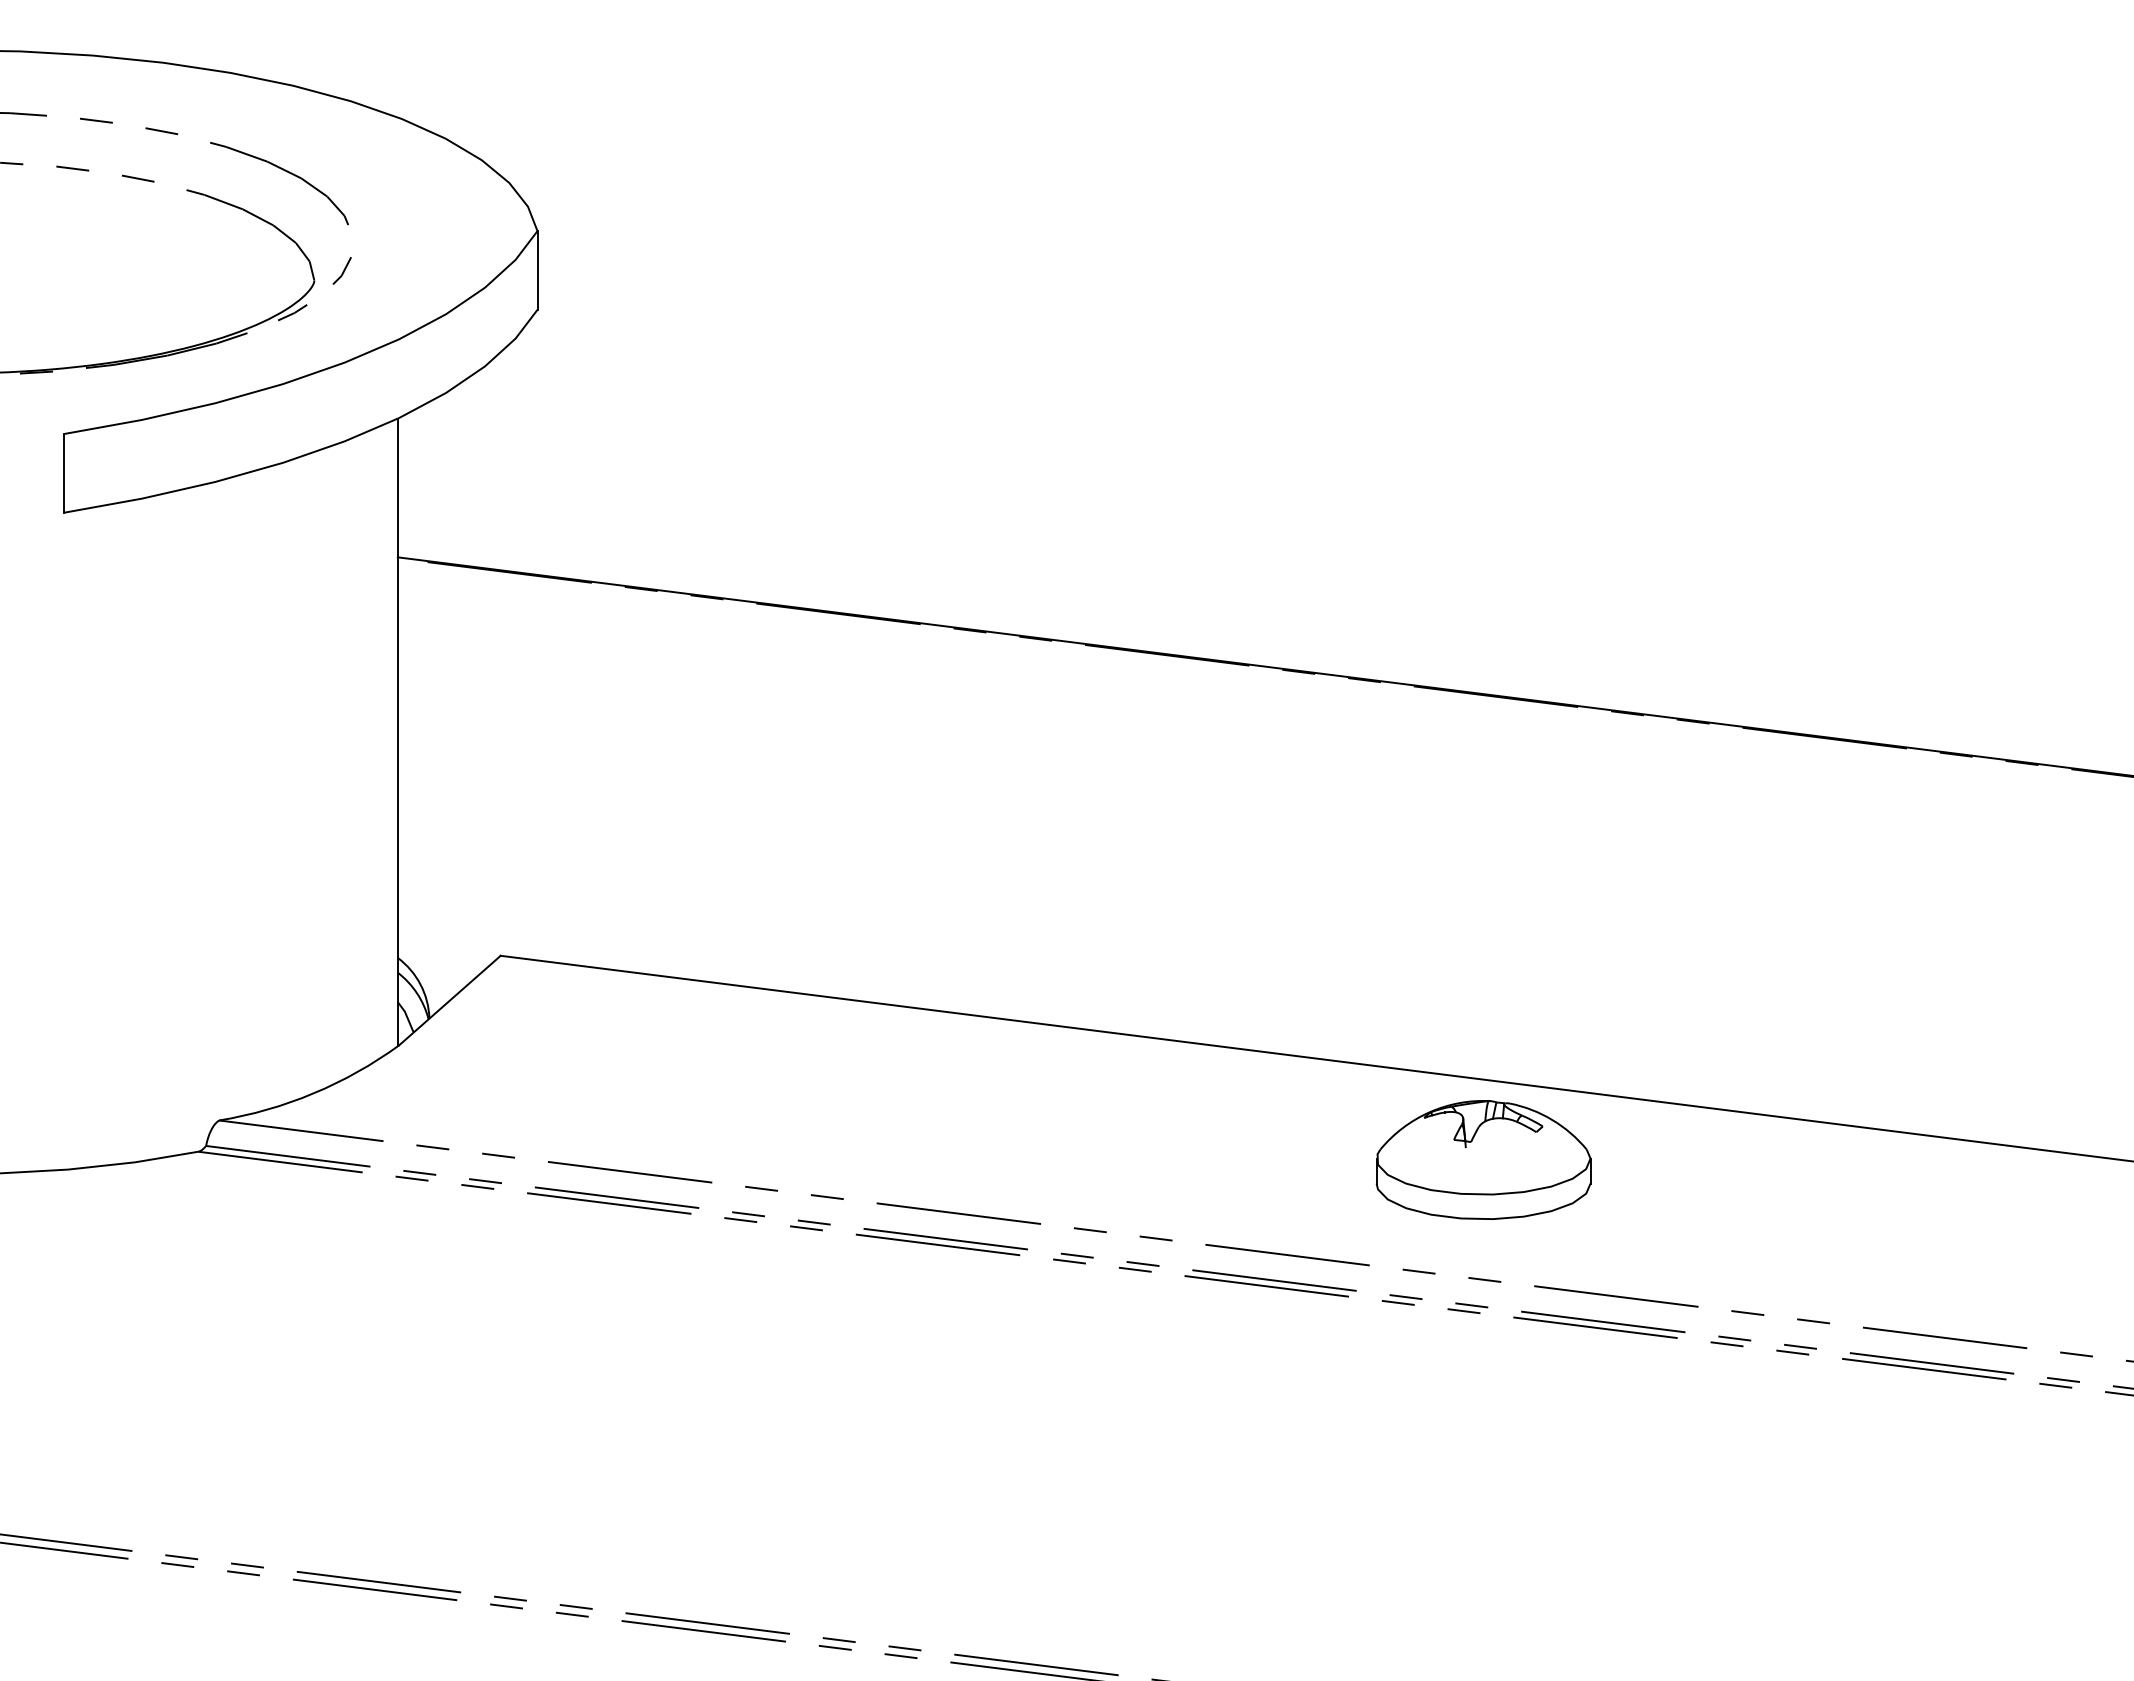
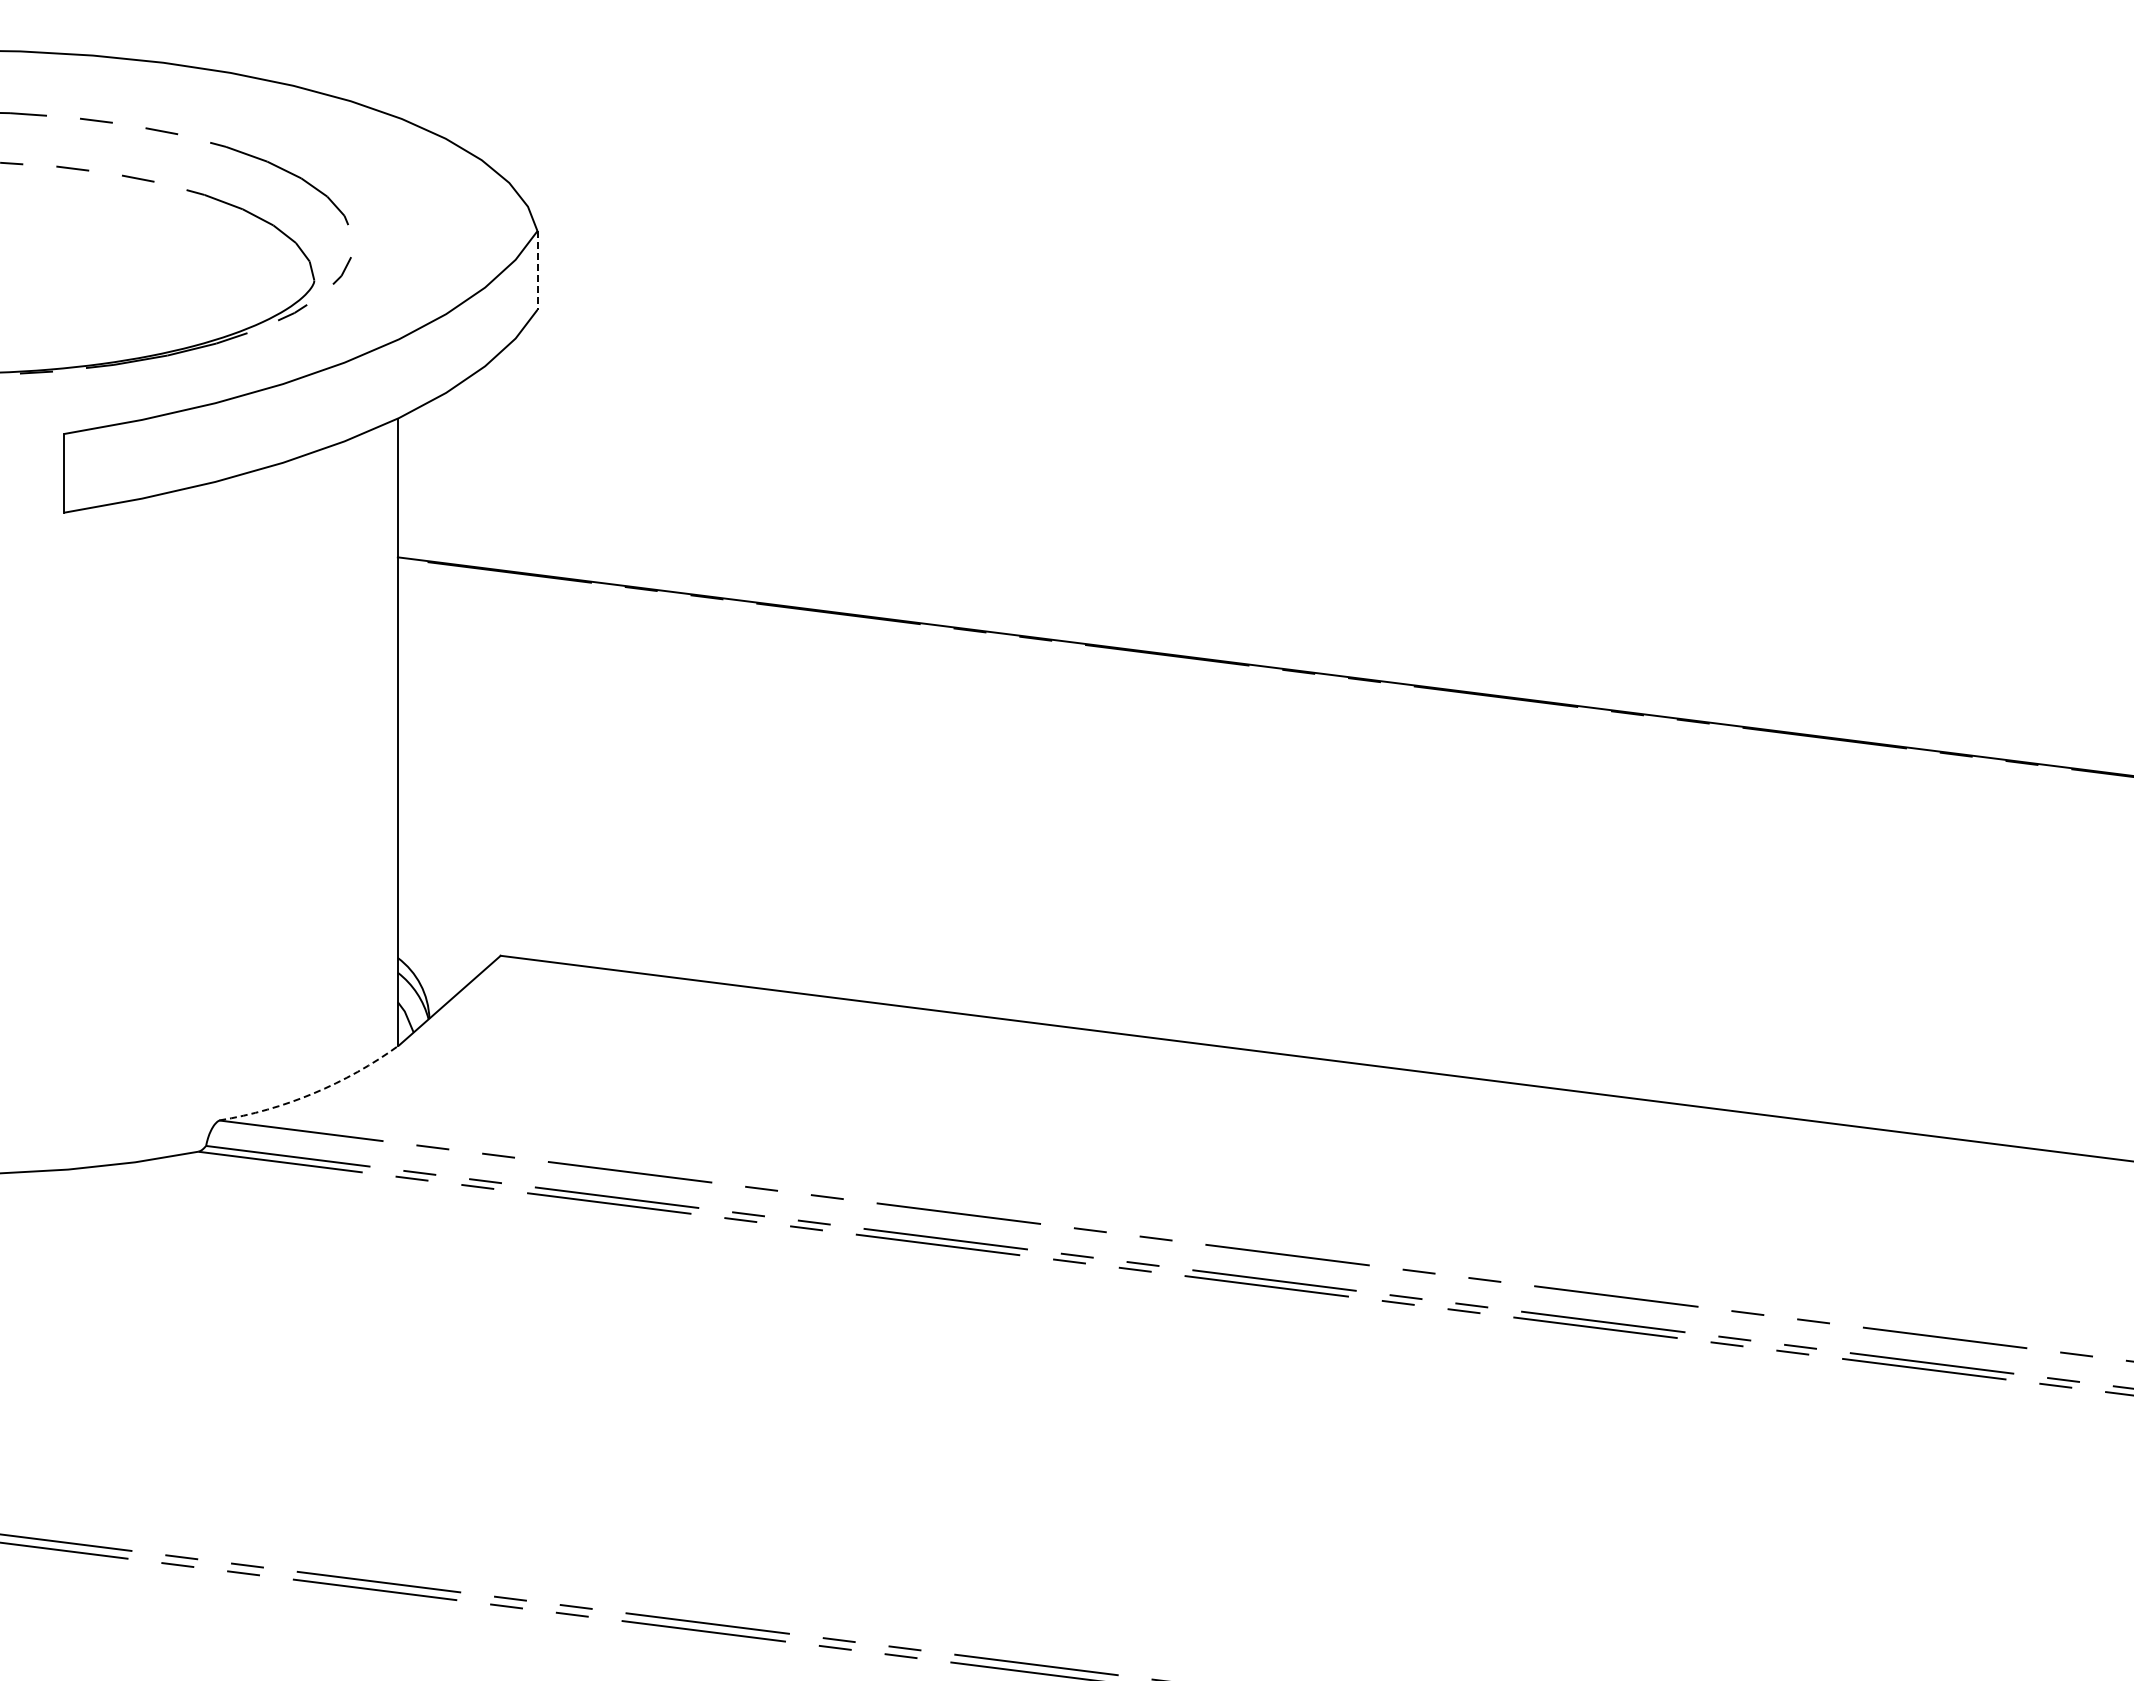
line at (537, 270): solid -> dashed
arc at (313, 1093): solid -> dashed
part at (1483, 1159): present -> none
